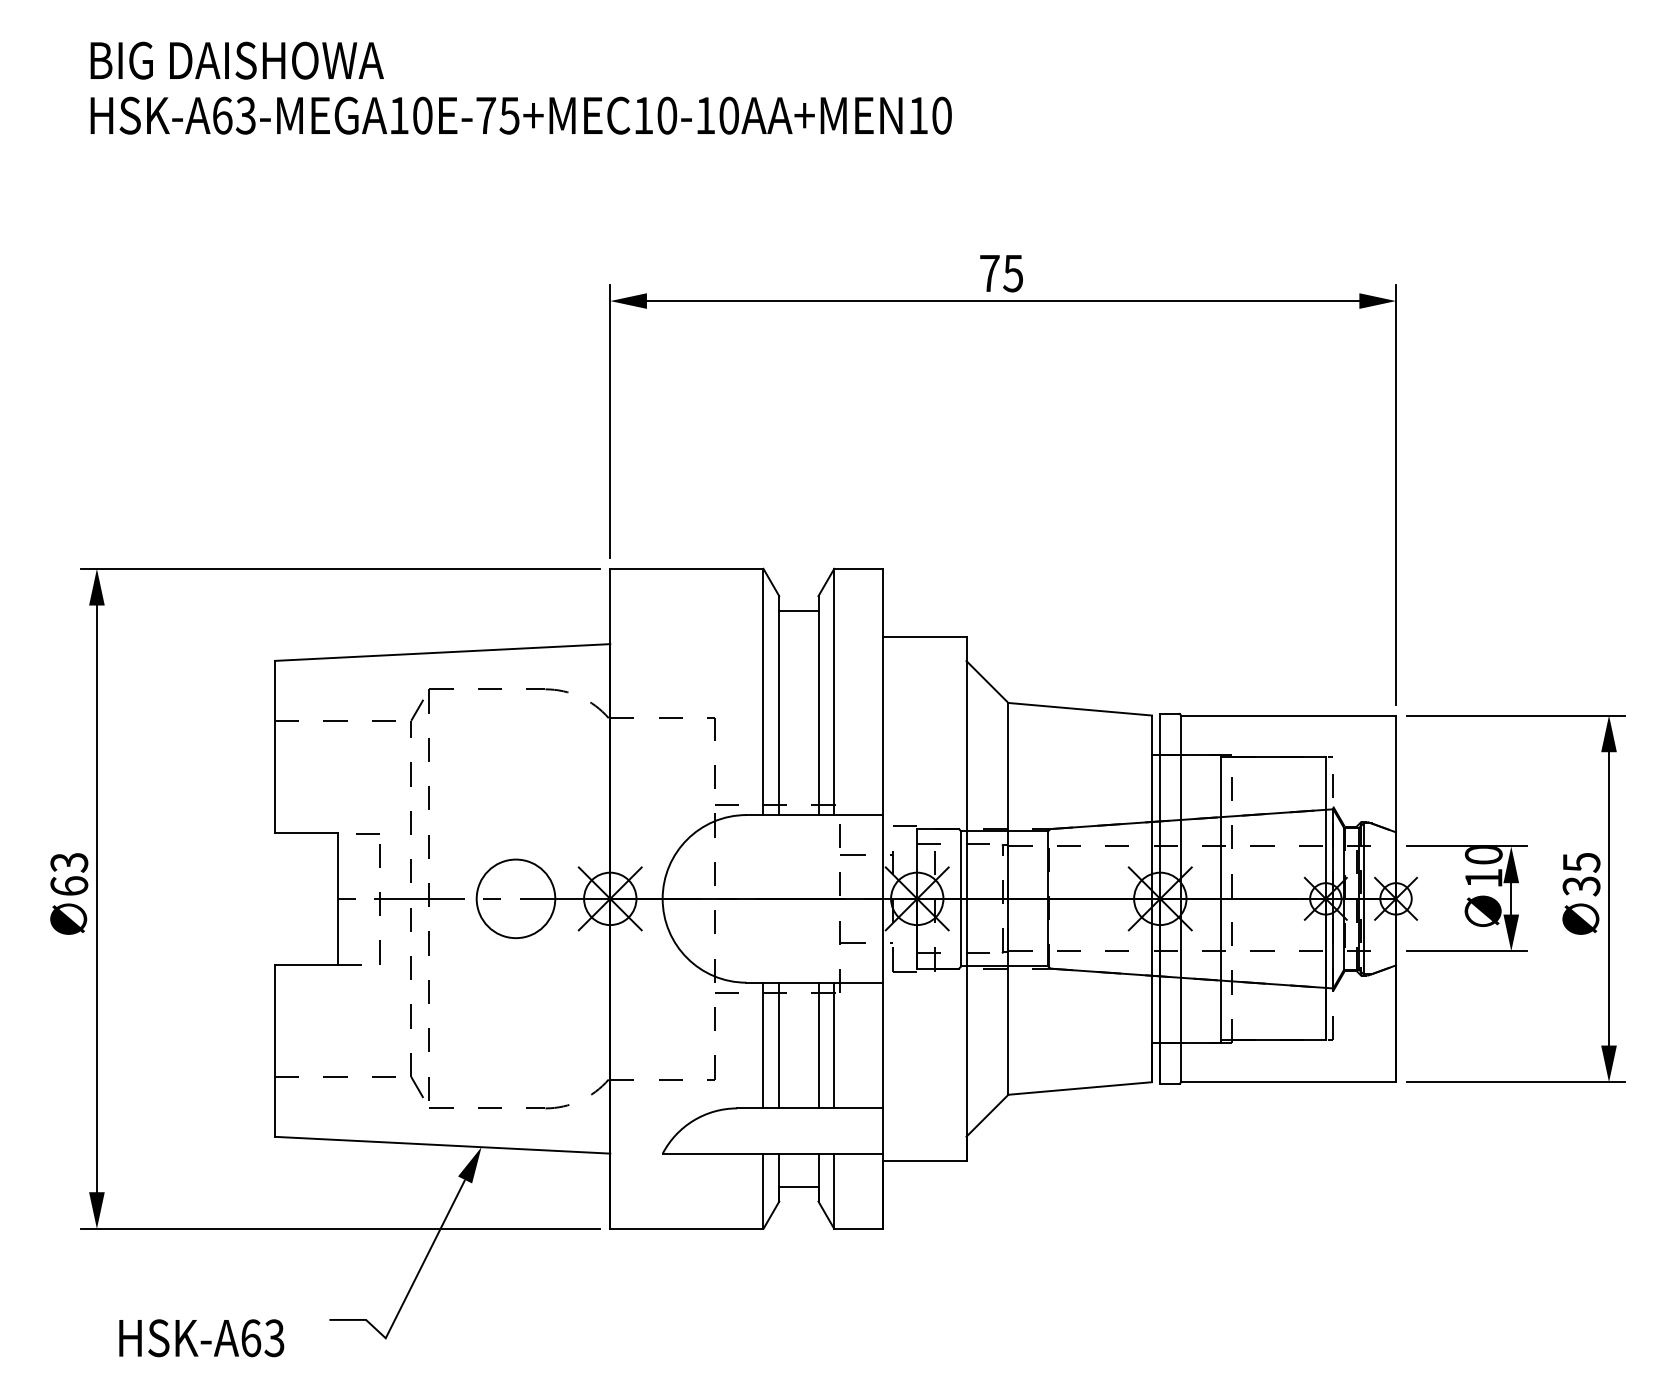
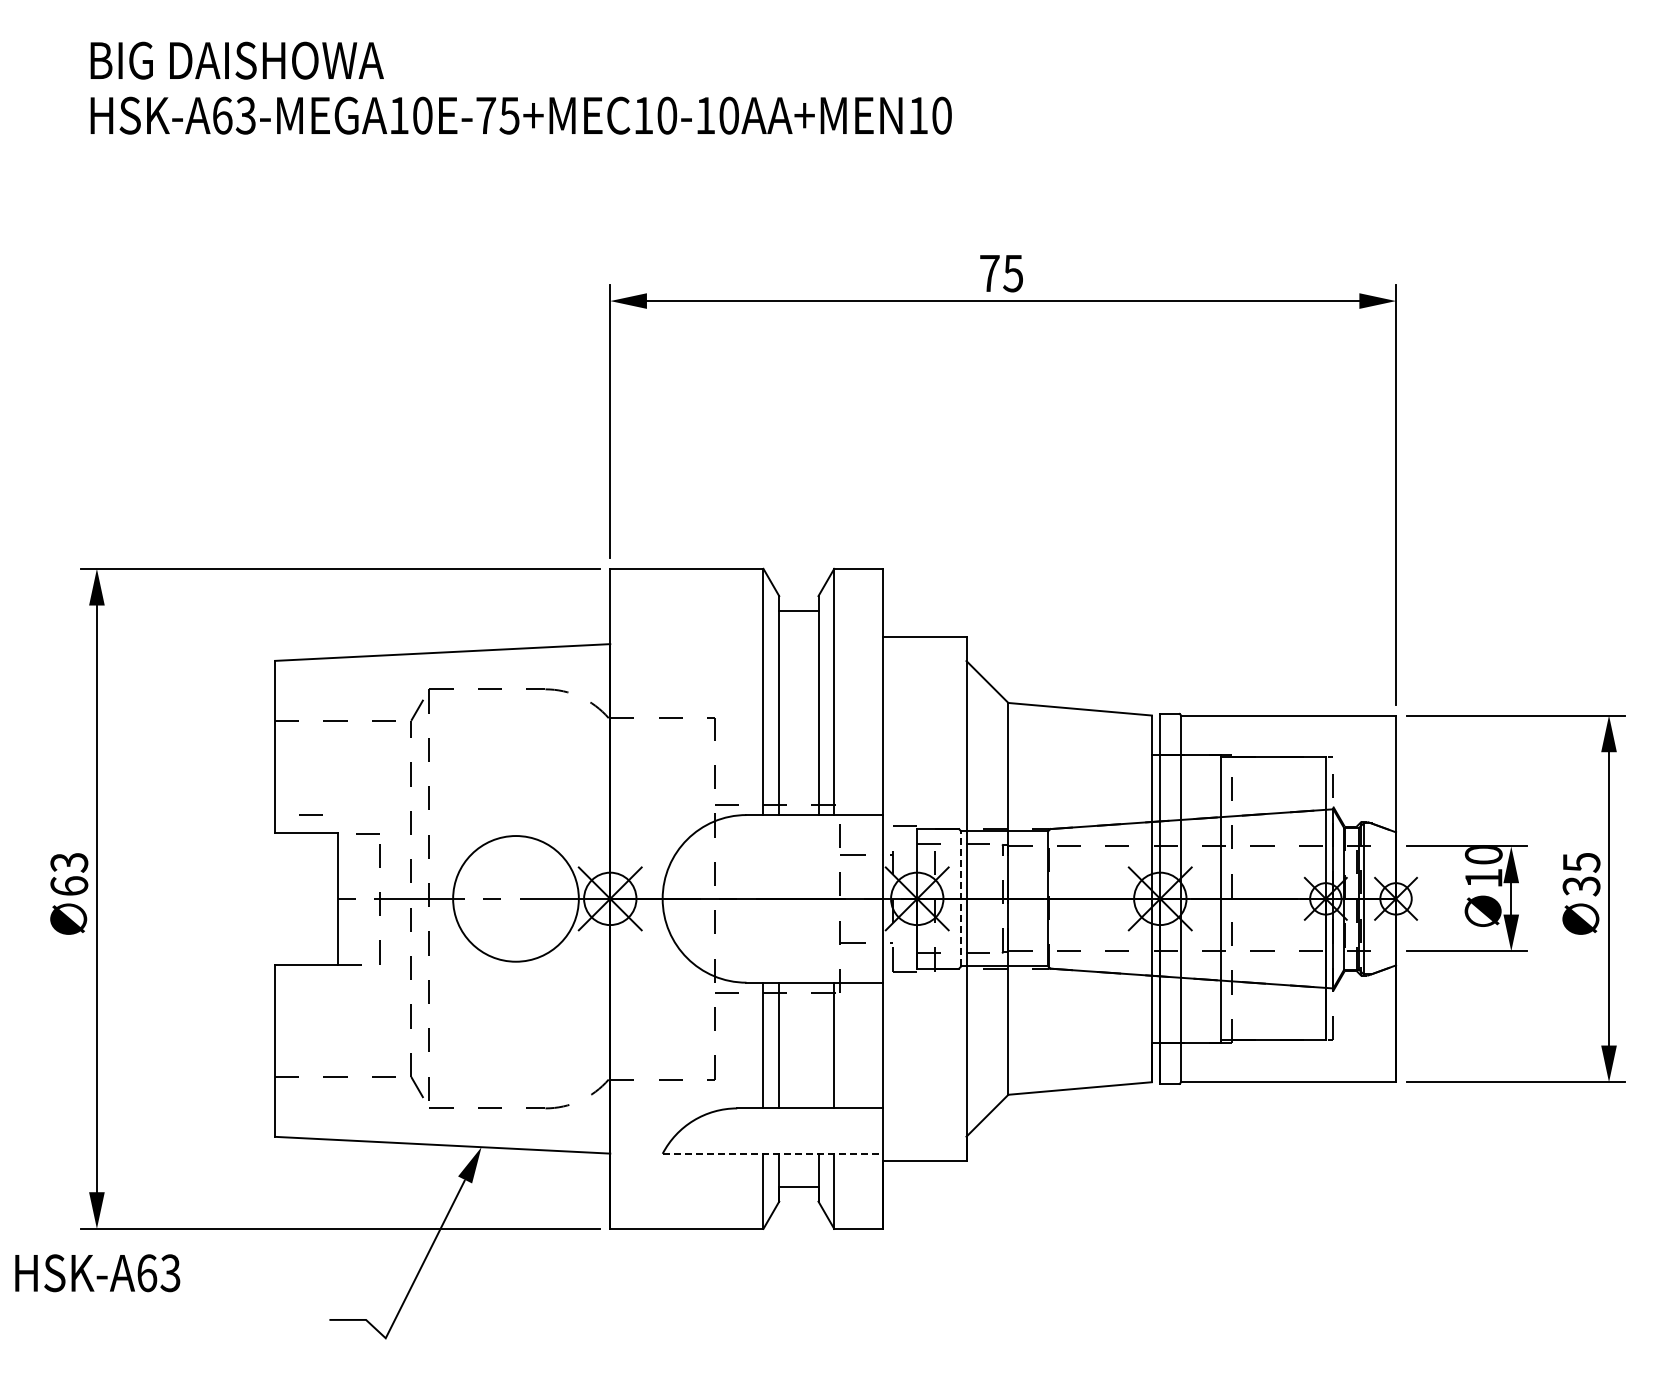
line at (310, 814): none -> present
circle at (515, 898) diameter: 79 px -> 126 px
line at (961, 898): solid -> dashed
line at (818, 1045): present -> none
line at (773, 1153): solid -> dashed
text at (201, 1338) position: (201, 1338) -> (97, 1273)
